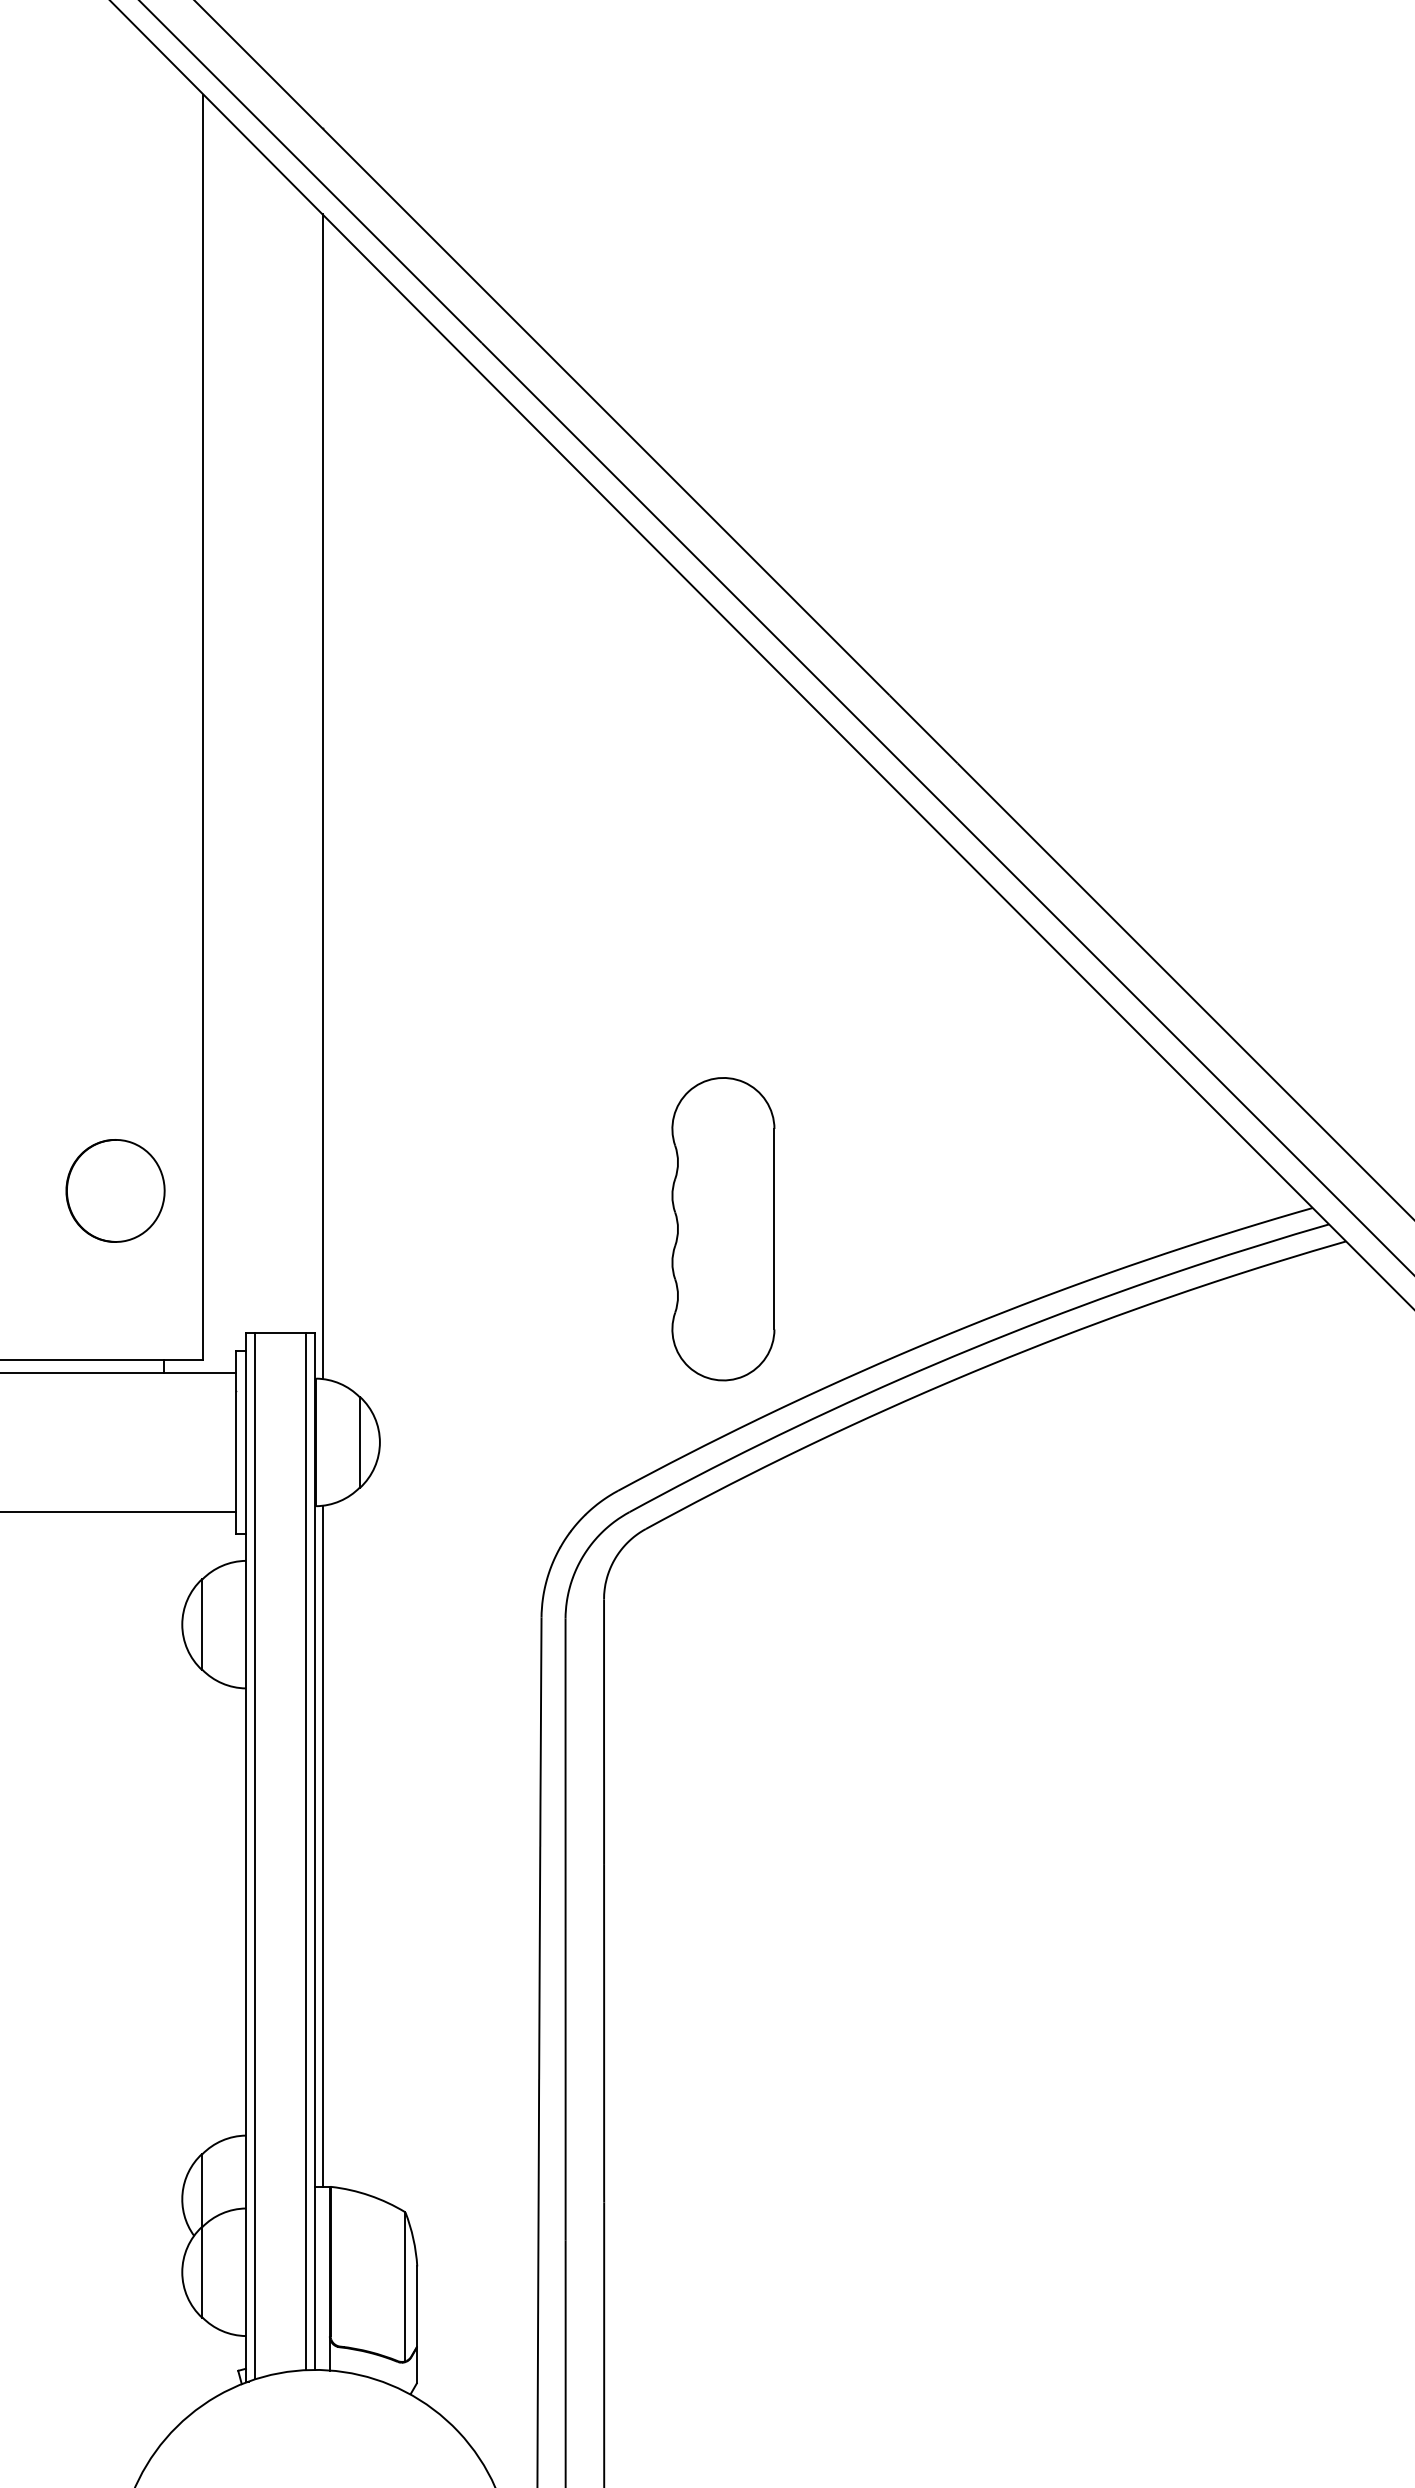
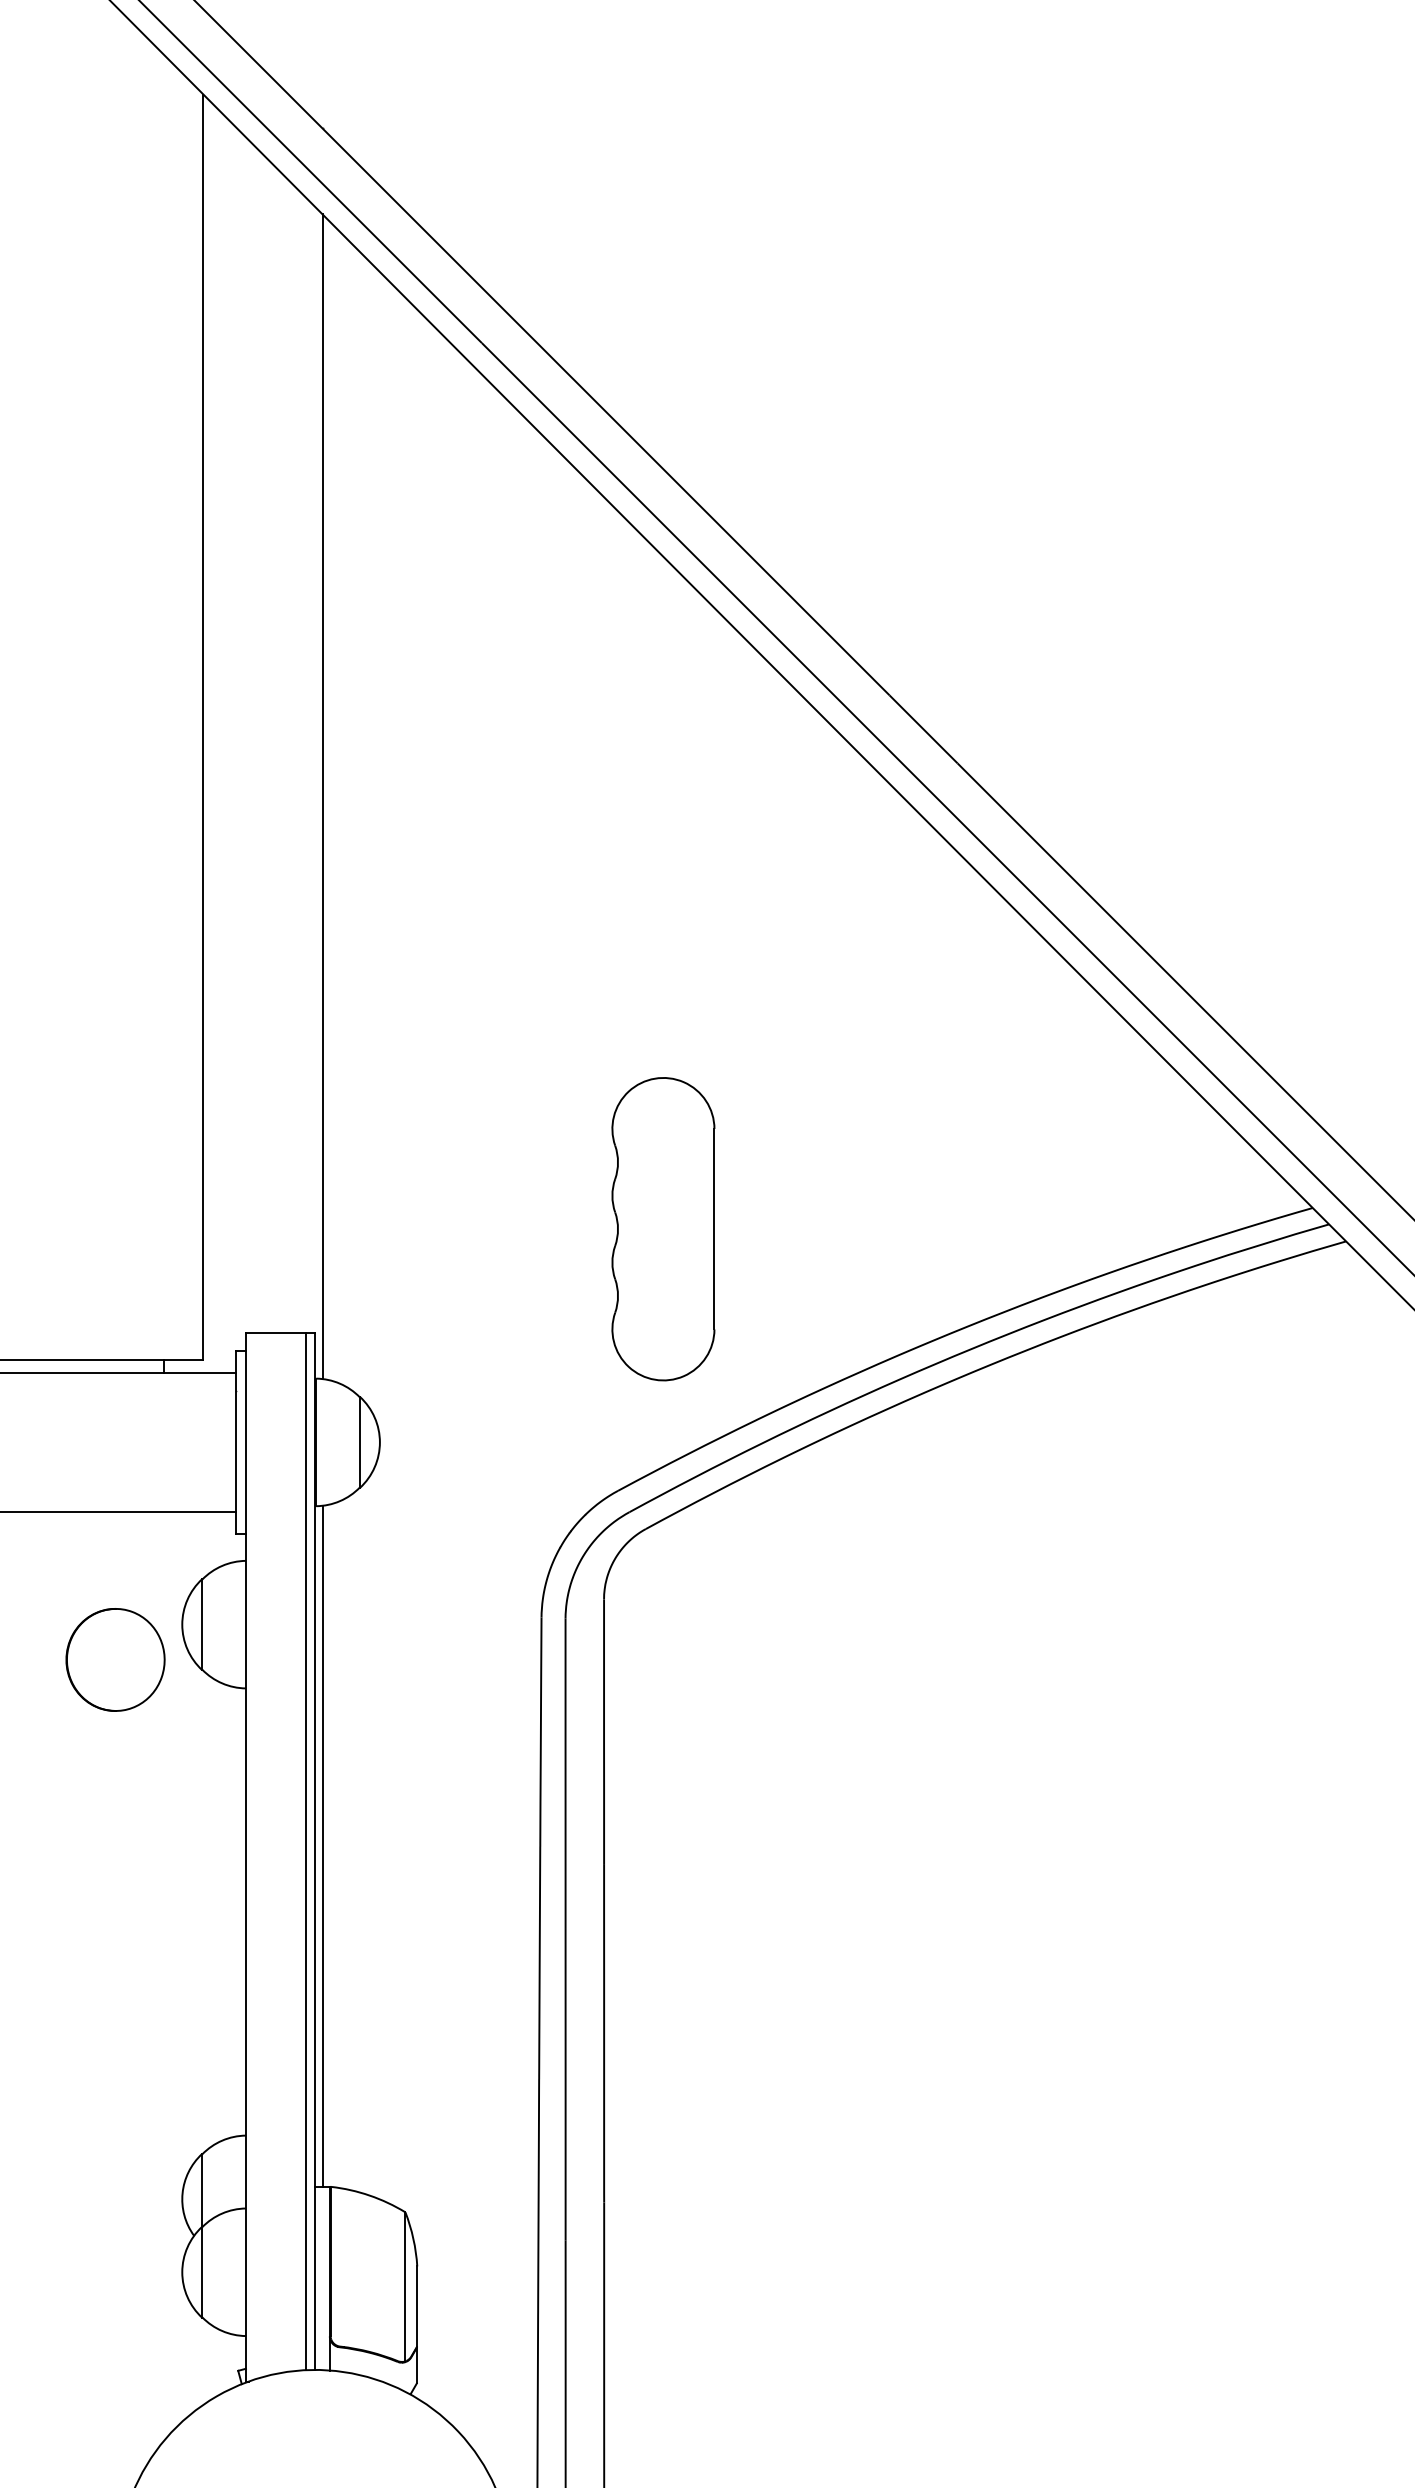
part at (115, 1190) position: (115, 1190) -> (115, 1659)
part at (723, 1229) position: (723, 1229) -> (663, 1229)
line at (255, 1856): present -> none
